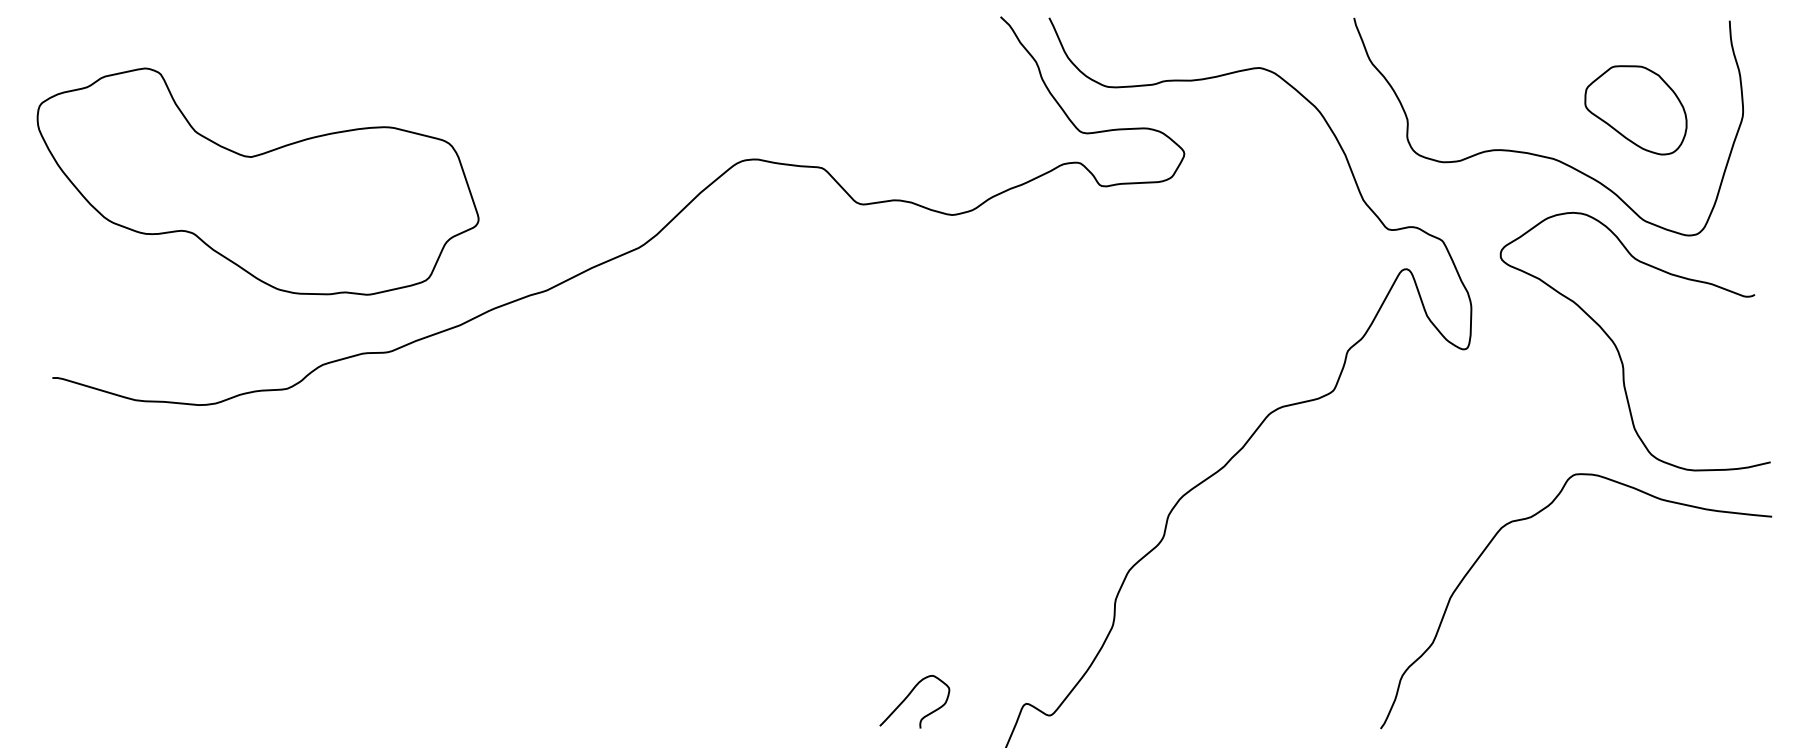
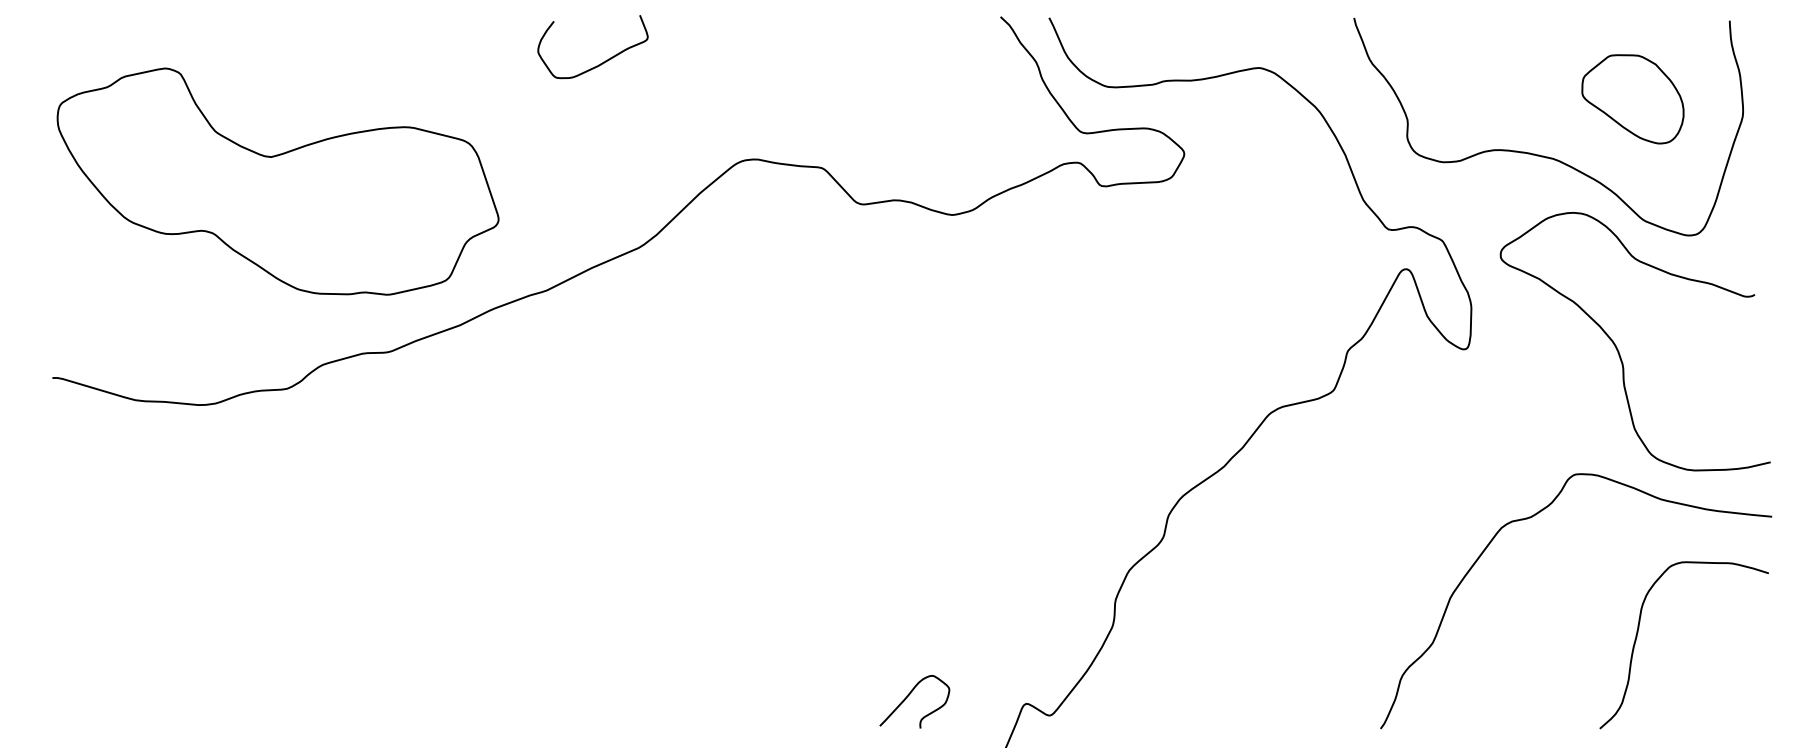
curve at (603, 61): none -> present
part at (1635, 110) position: (1635, 110) -> (1632, 99)
part at (257, 181) position: (257, 181) -> (277, 181)
curve at (1637, 637): none -> present
